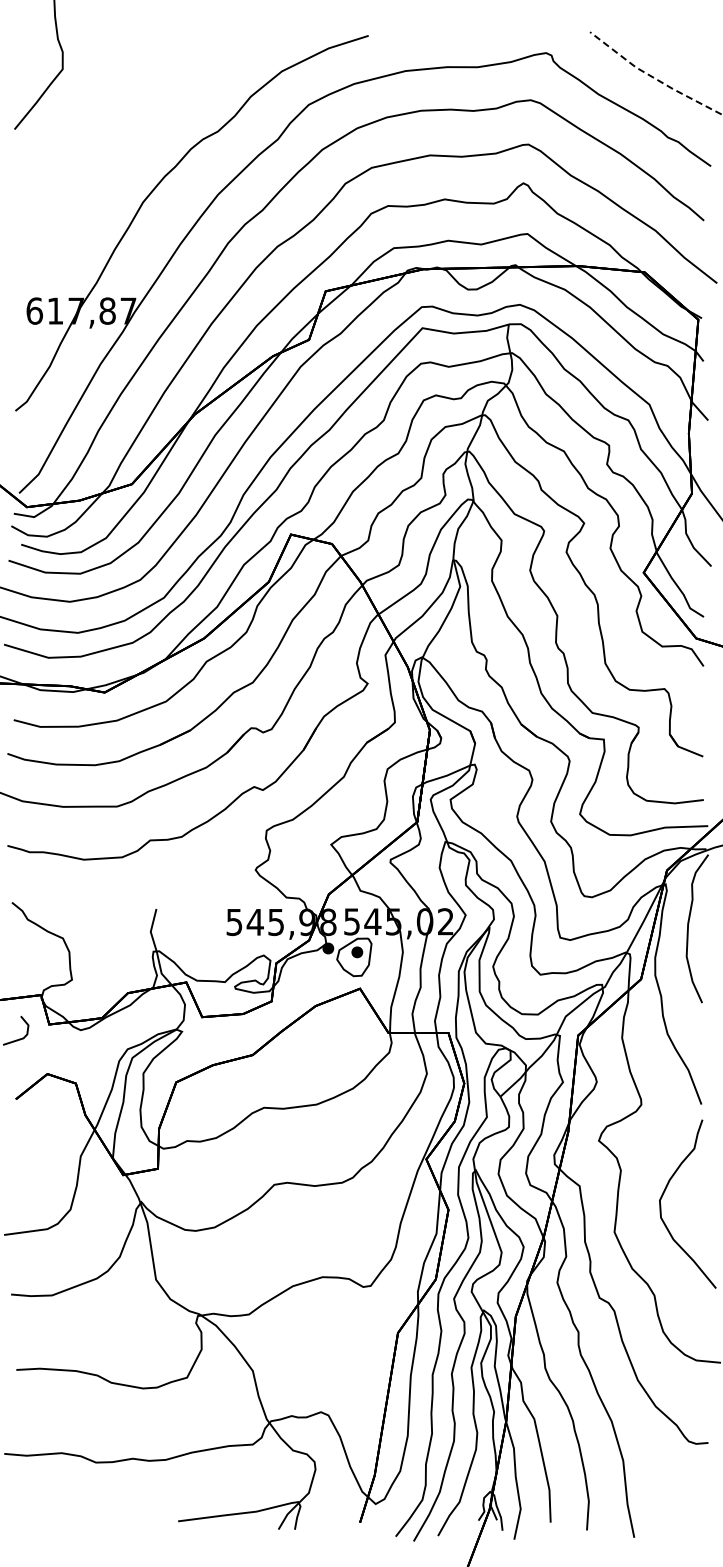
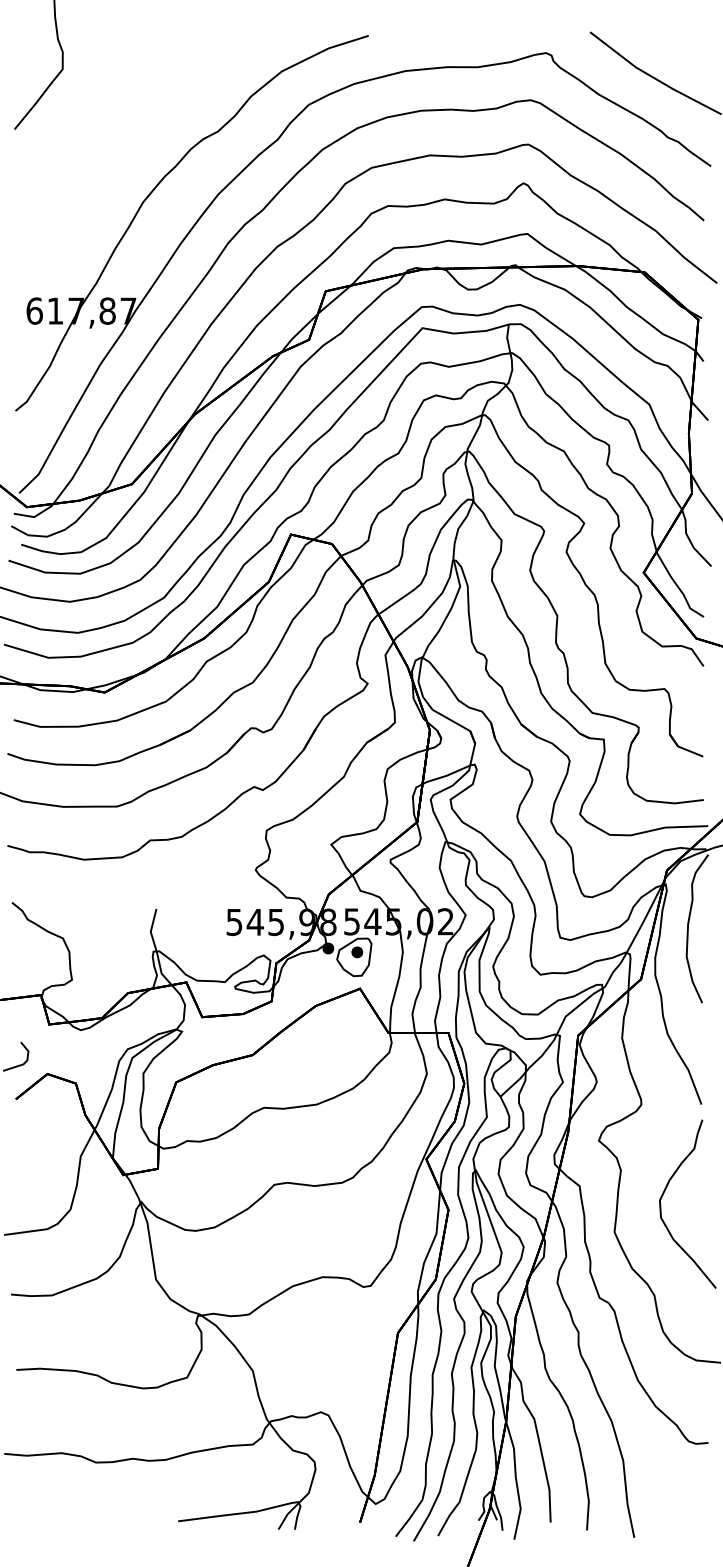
line at (653, 77): dashed -> solid
line at (19, 1038) position: (19, 1038) -> (19, 1064)
